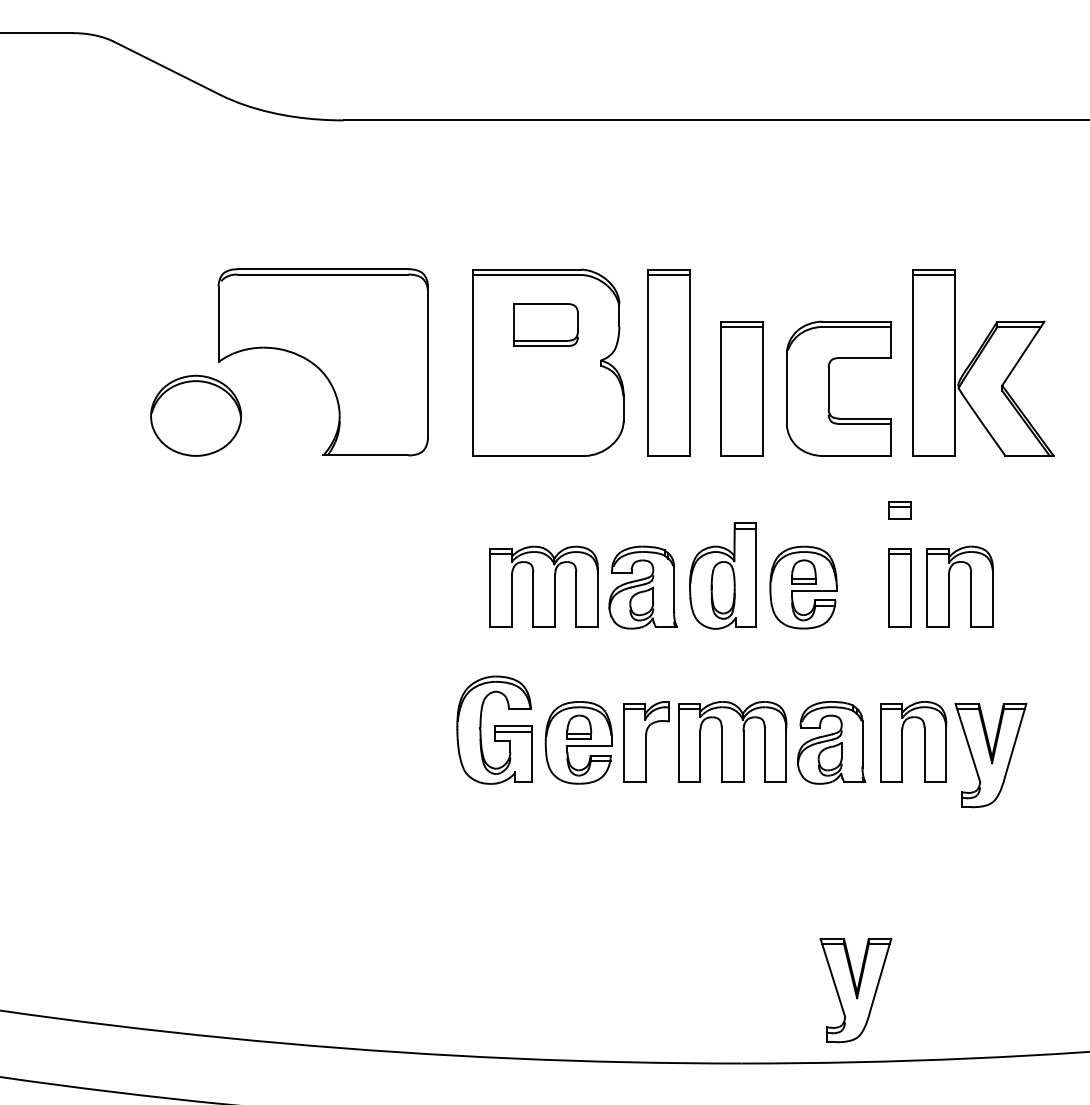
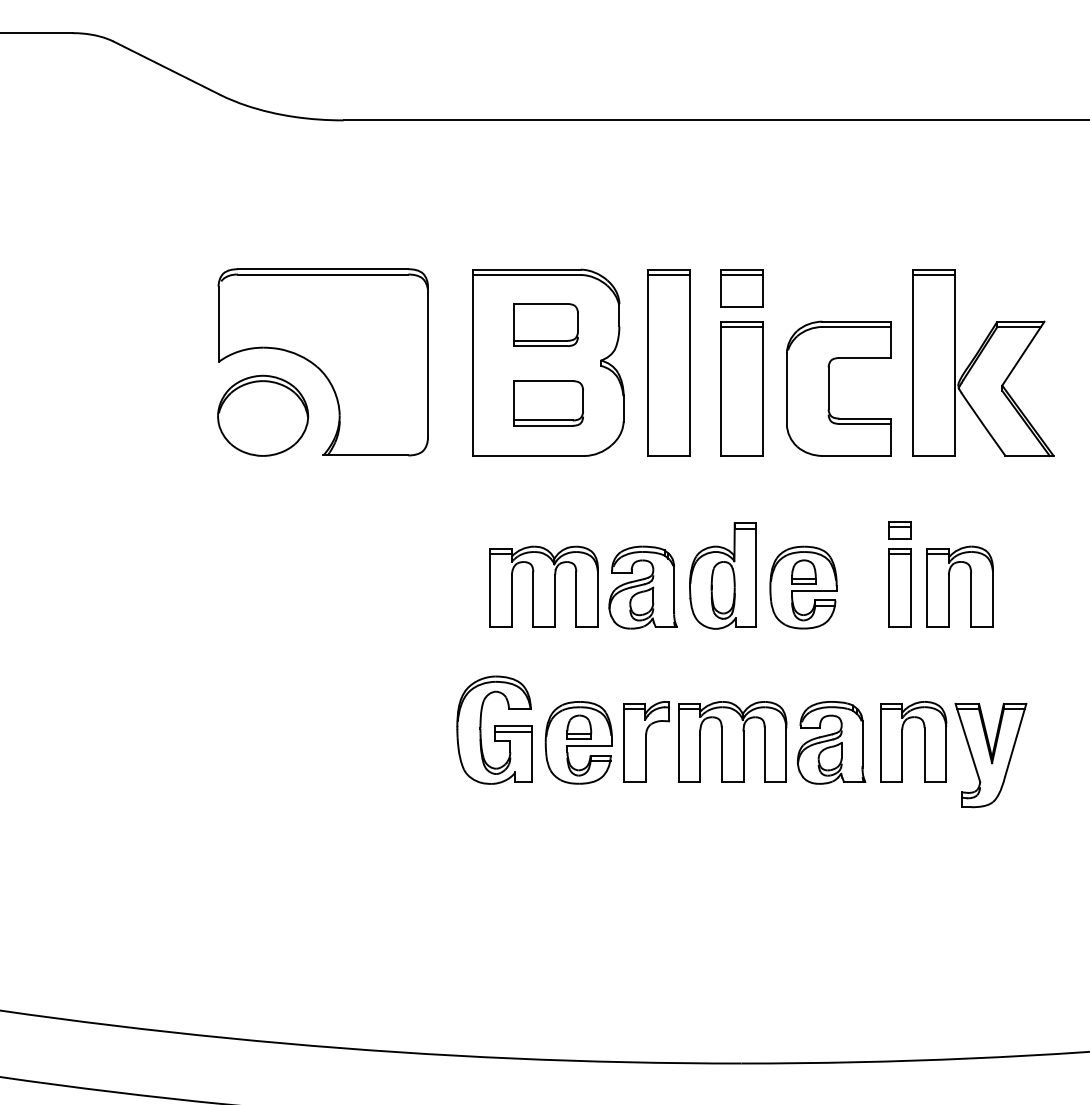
part at (741, 288): none -> present
part at (548, 403): none -> present
part at (195, 415) position: (195, 415) -> (262, 415)
part at (899, 510) position: (899, 510) -> (899, 530)
part at (855, 990): present -> none
